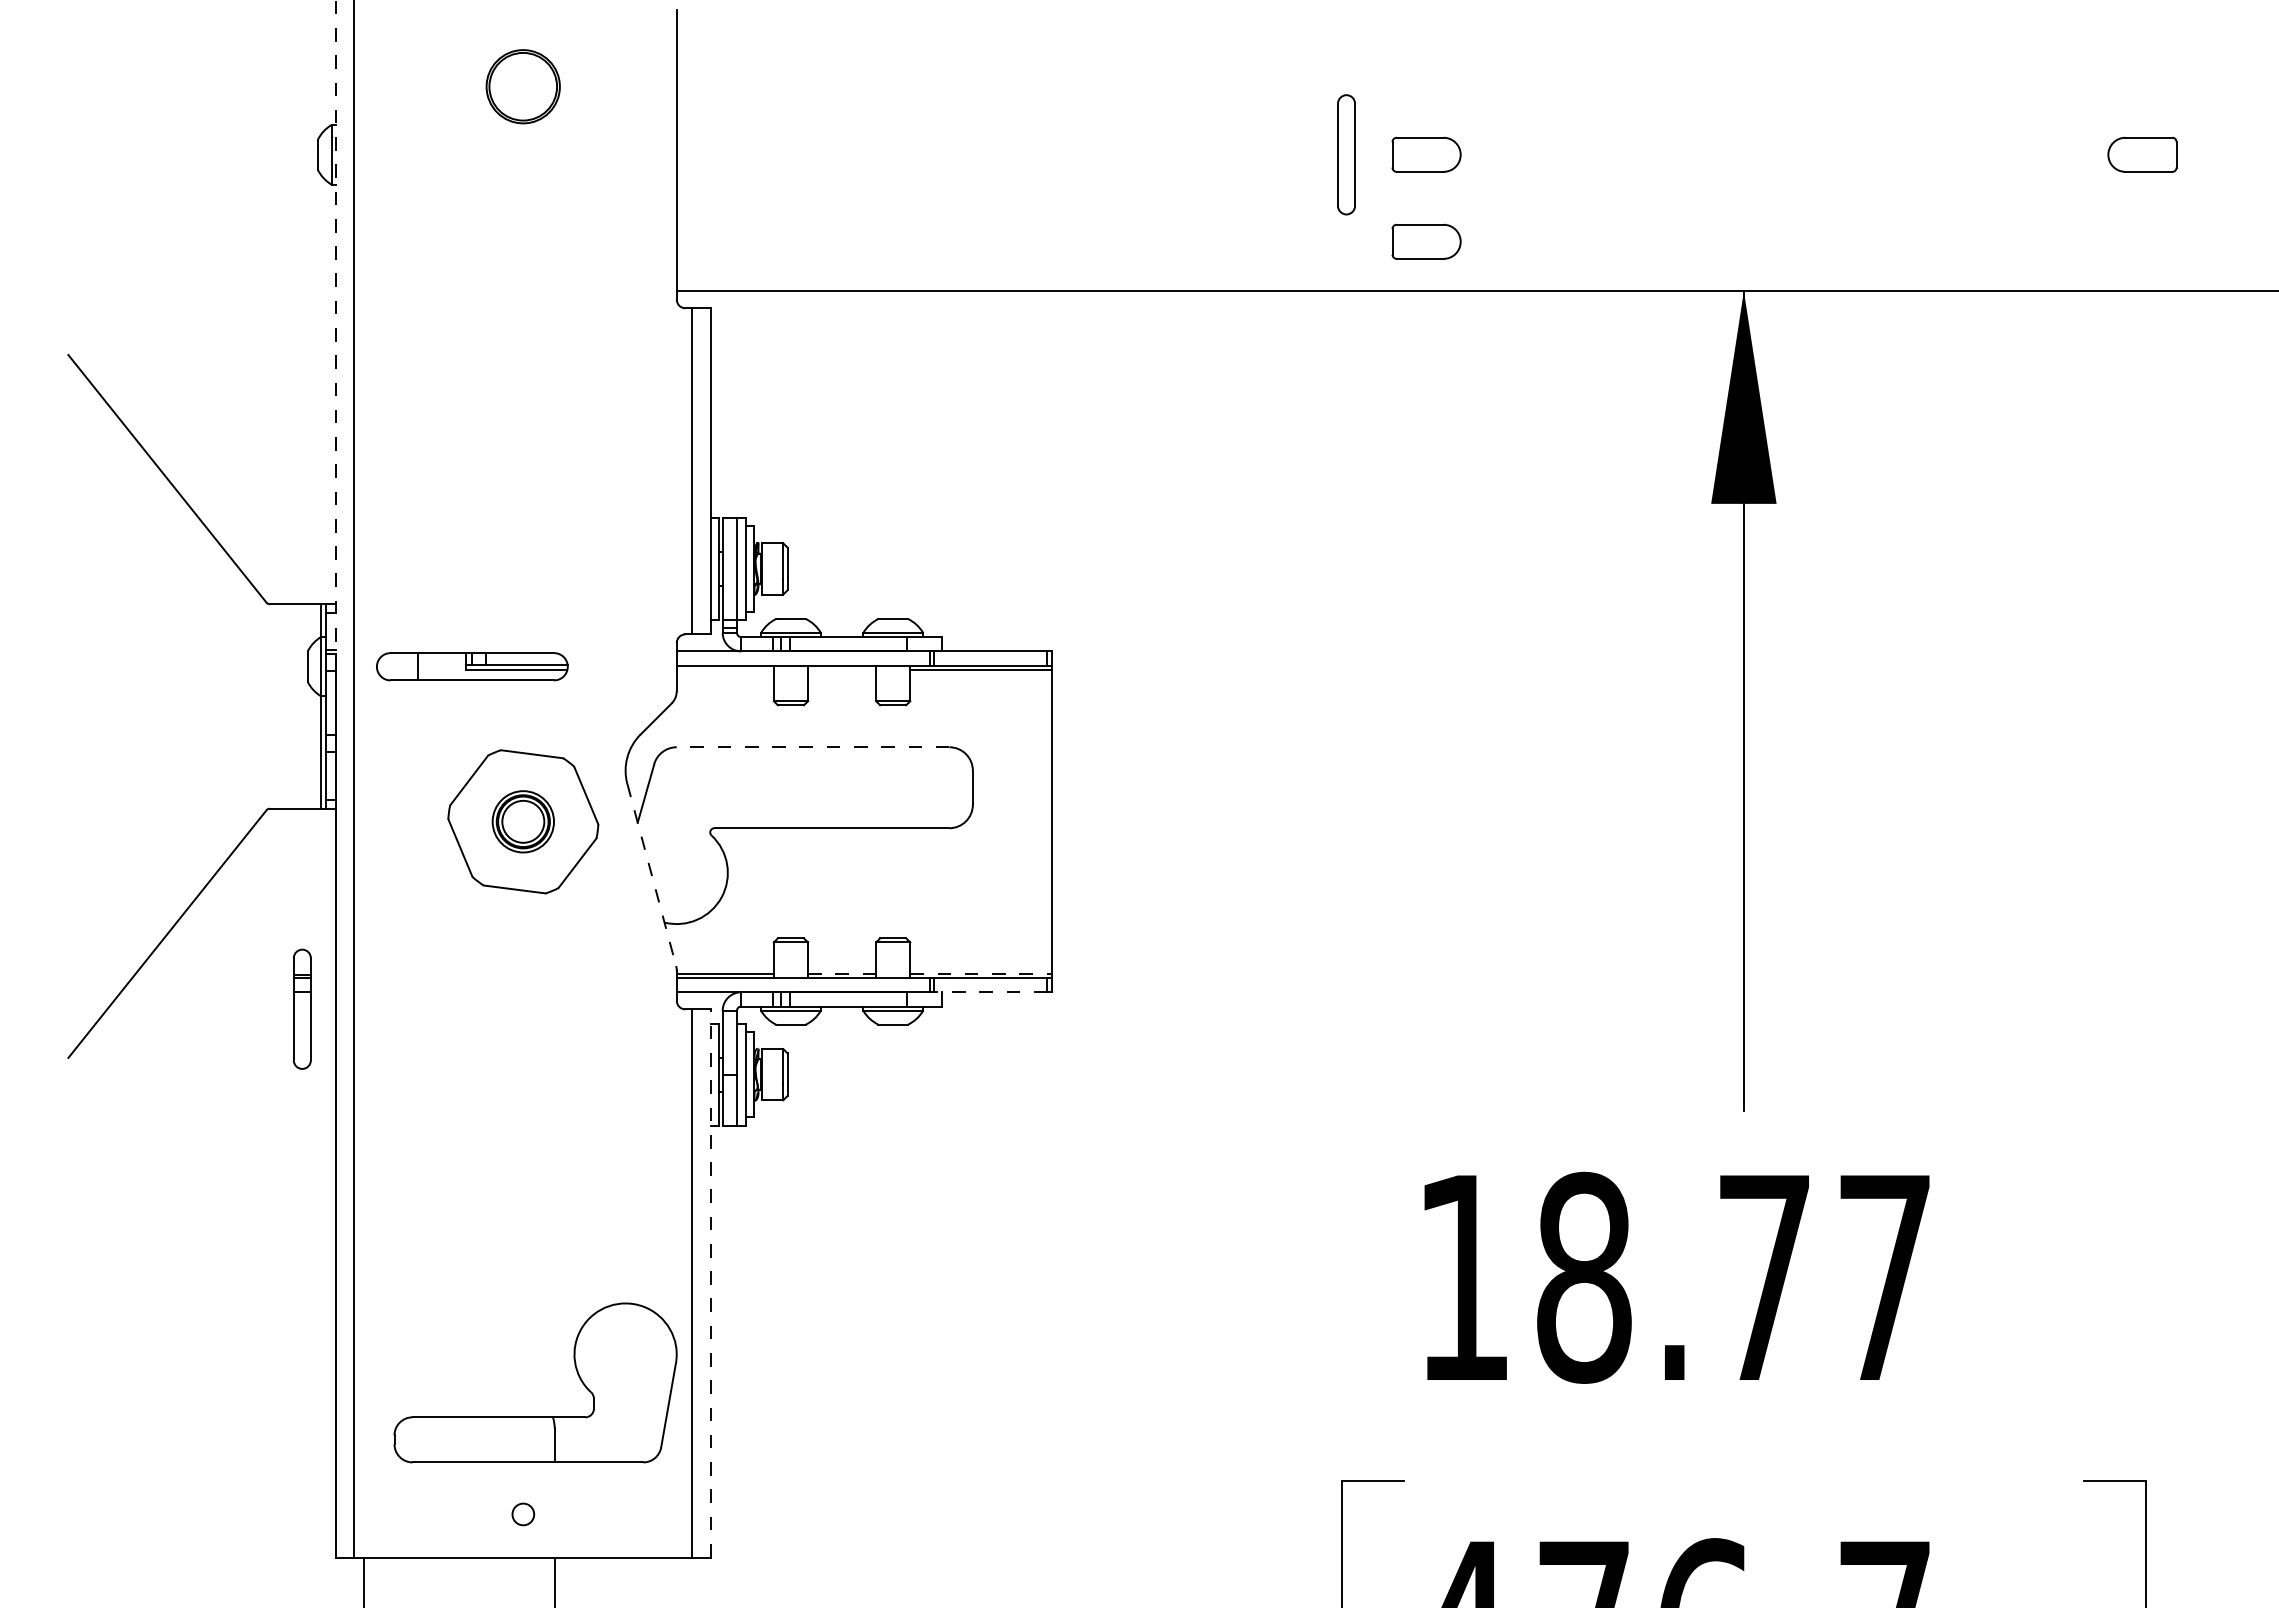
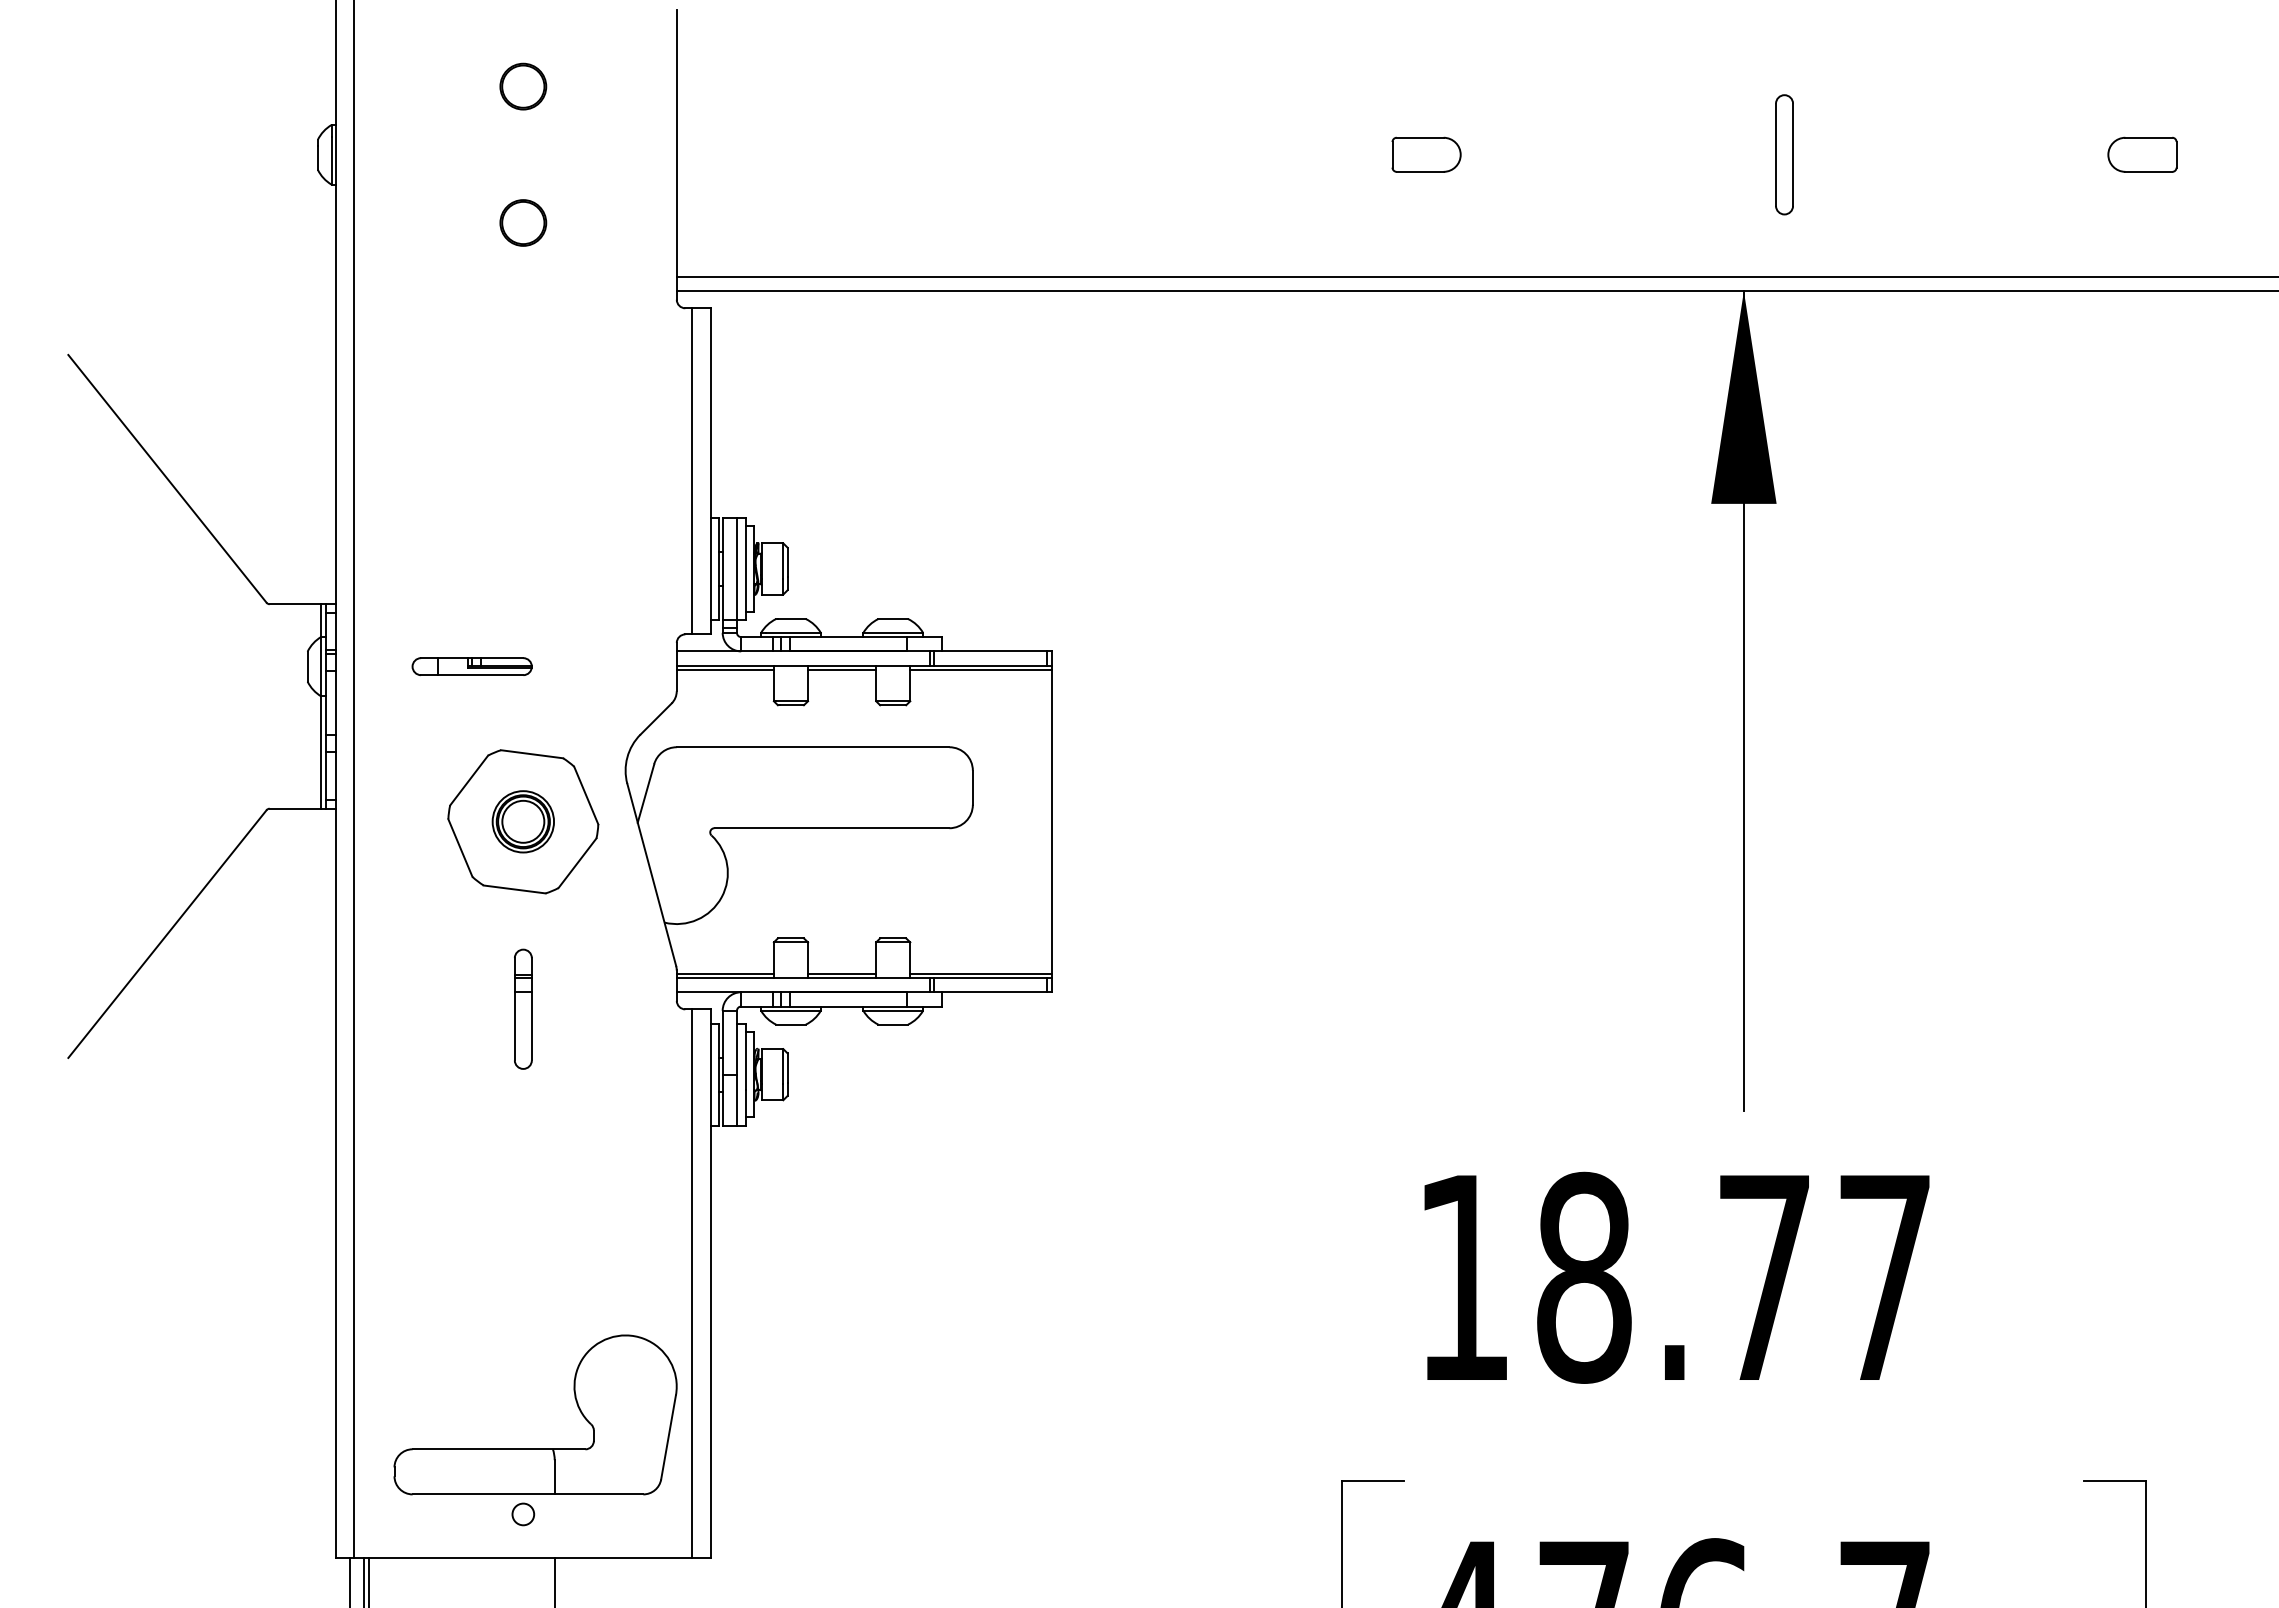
part at (522, 86) size: 76x76 px -> 49x49 px
part at (1346, 154) position: (1346, 154) -> (1784, 154)
part at (523, 222): none -> present
part at (1426, 241): present -> none
line at (1475, 276): none -> present
line at (335, 327): dashed -> solid
part at (472, 666) size: 193x30 px -> 122x19 px
line at (724, 669): none -> present
line at (842, 669): none -> present
line at (812, 747): dashed -> solid
line at (651, 875): dashed -> solid
line at (842, 973): dashed -> solid
line at (980, 973): dashed -> solid
line at (990, 992): dashed -> solid
part at (302, 1008) position: (302, 1008) -> (523, 1008)
line at (710, 1282): dashed -> solid
part at (535, 1416) position: (535, 1416) -> (535, 1448)
line at (350, 1580): none -> present
line at (368, 1580): none -> present
